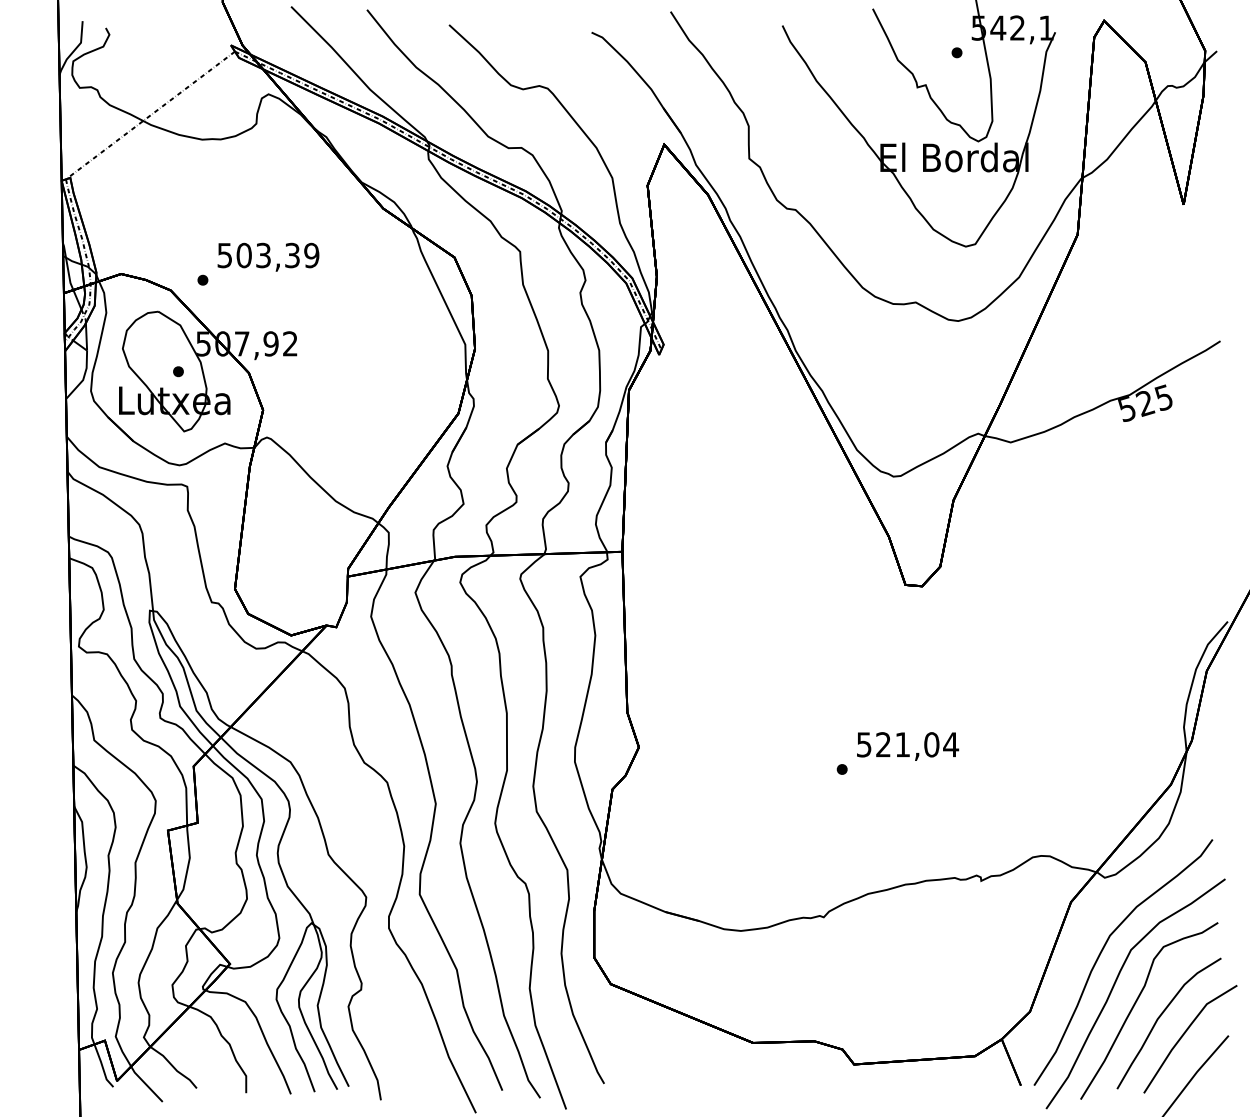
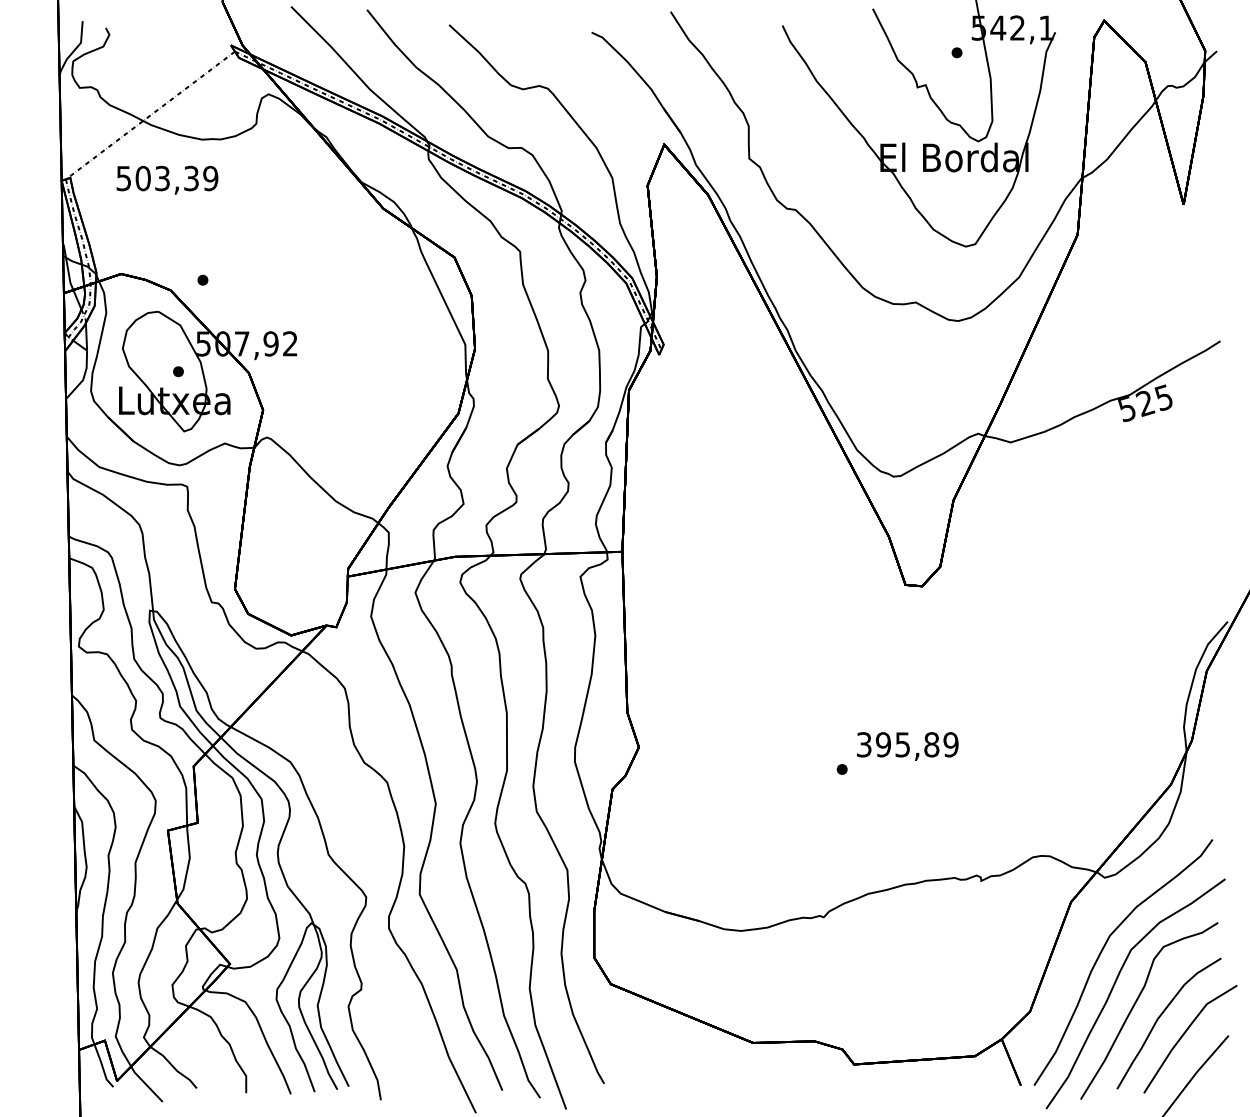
text at (268, 256) position: (268, 256) -> (167, 179)
text at (908, 744): 521,04 -> 395,89
